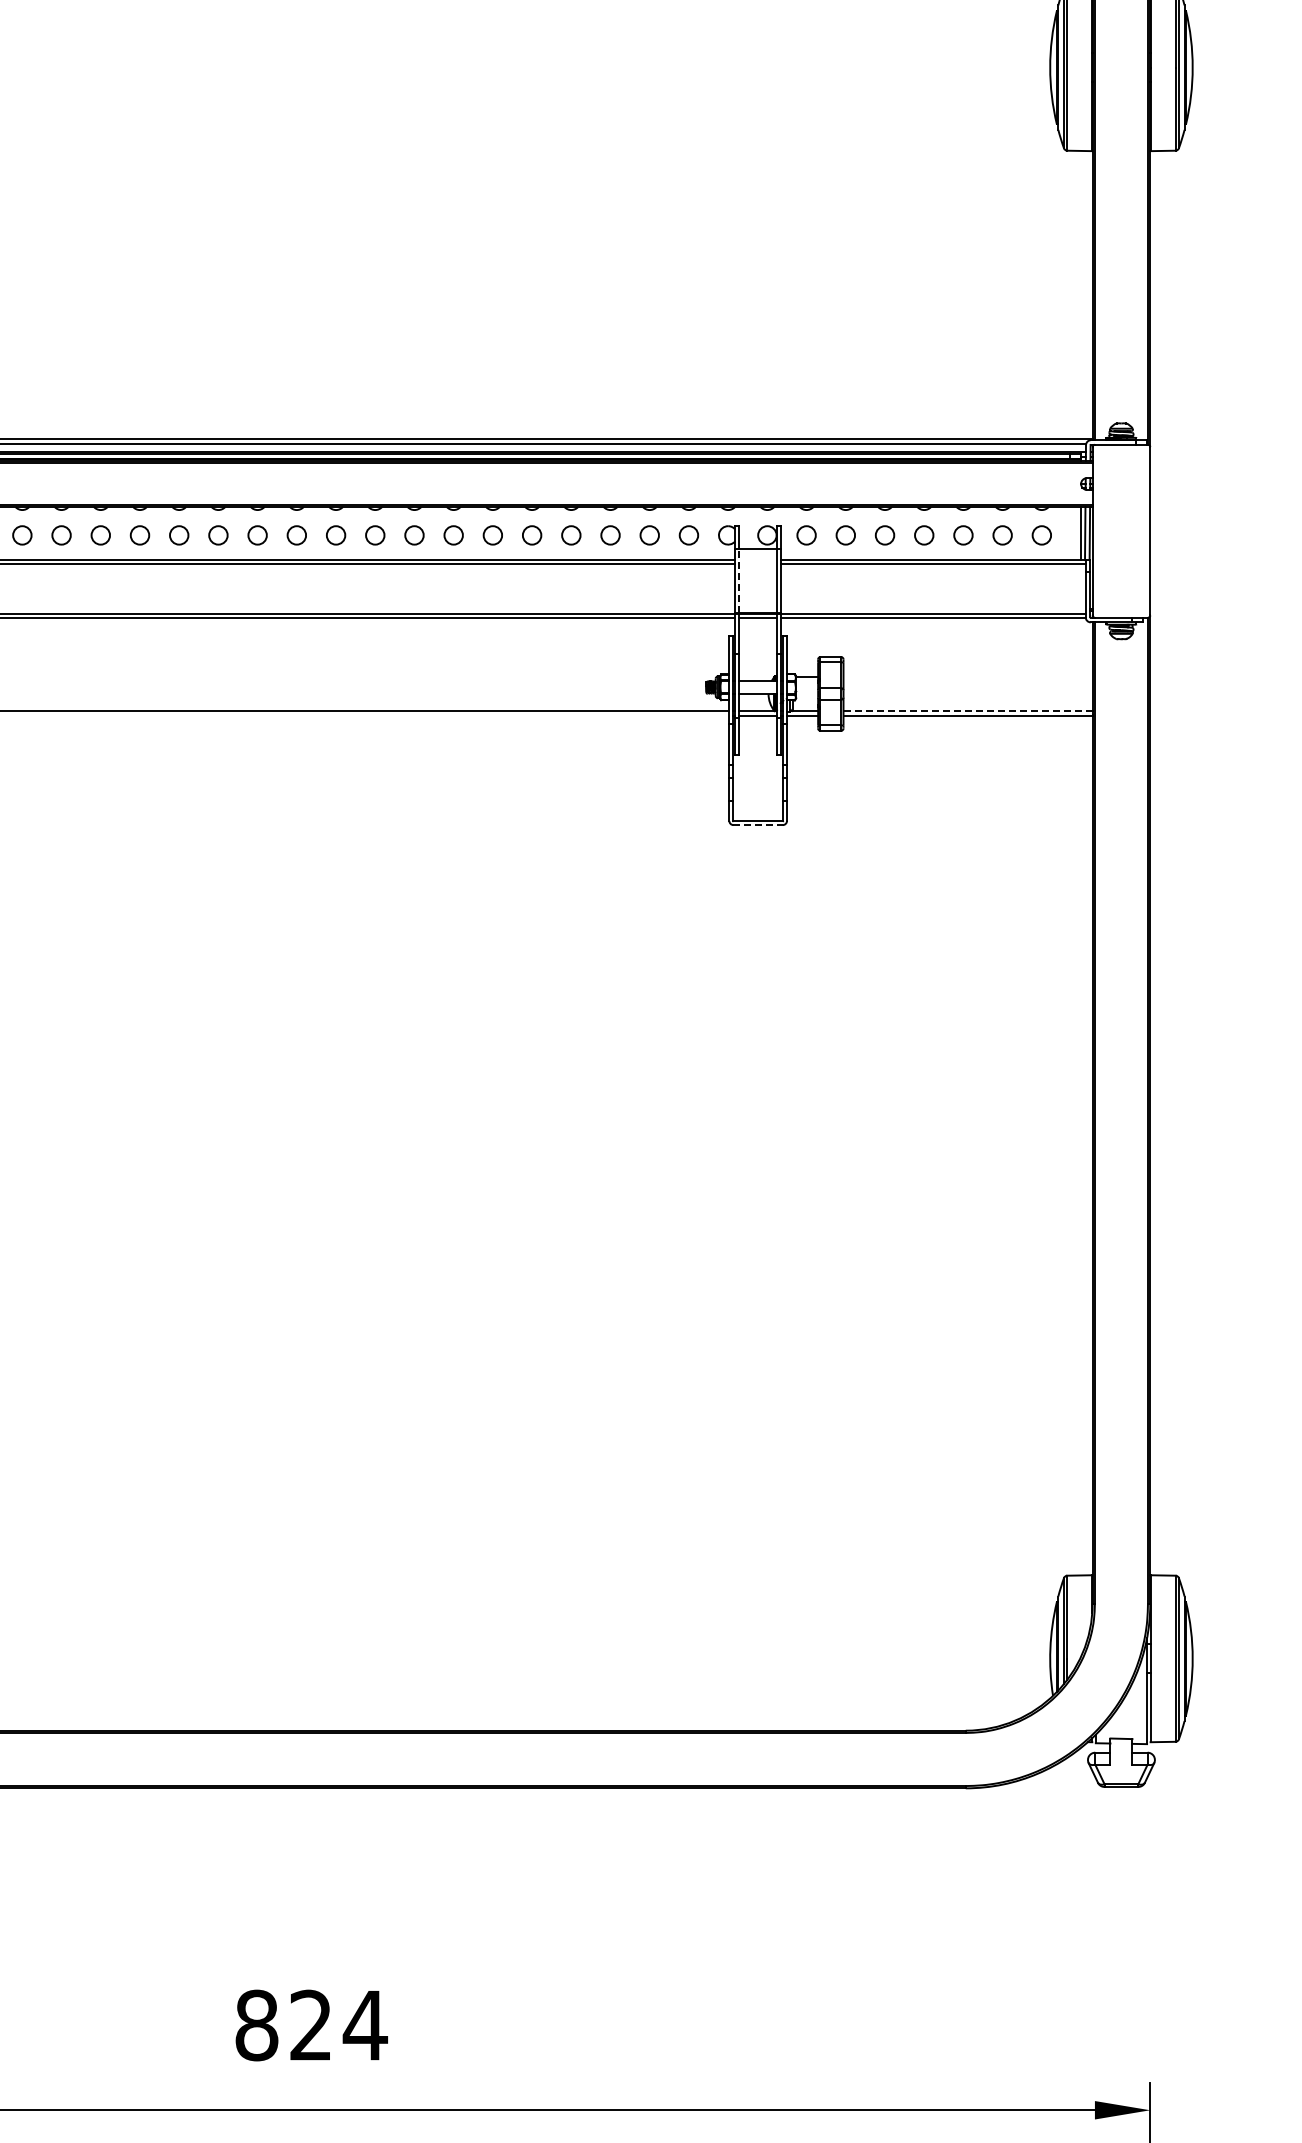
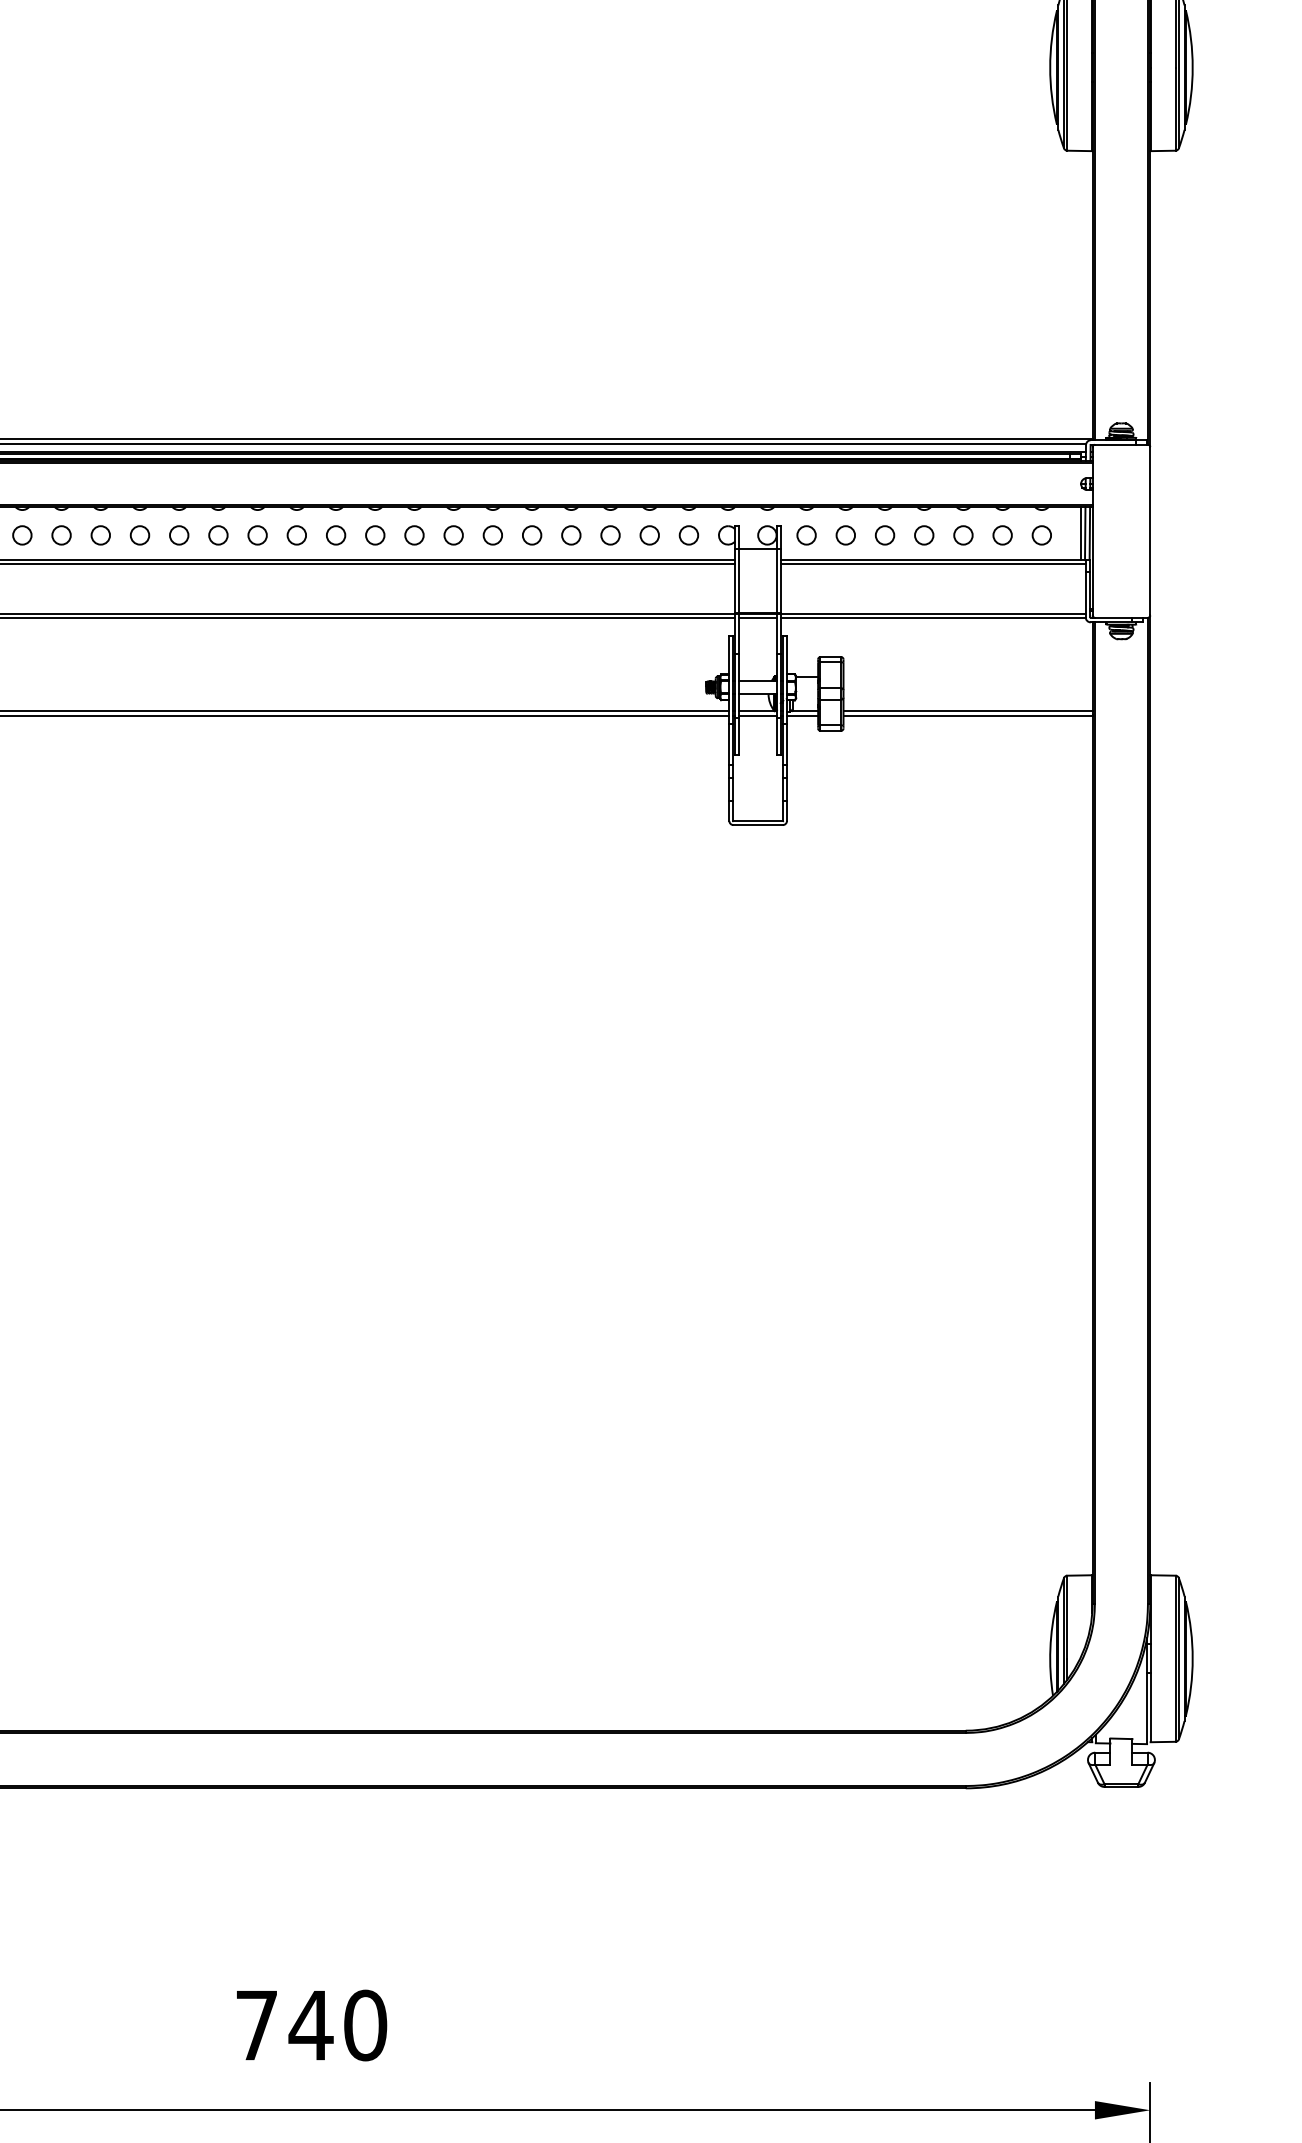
line at (739, 580): dashed -> solid
line at (968, 710): dashed -> solid
line at (365, 715): none -> present
line at (758, 825): dashed -> solid
text at (311, 2025): 824 -> 740
